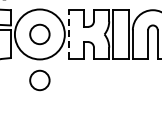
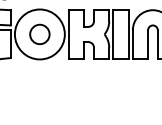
line at (69, 33): dashed -> solid
circle at (39, 80): present -> none
